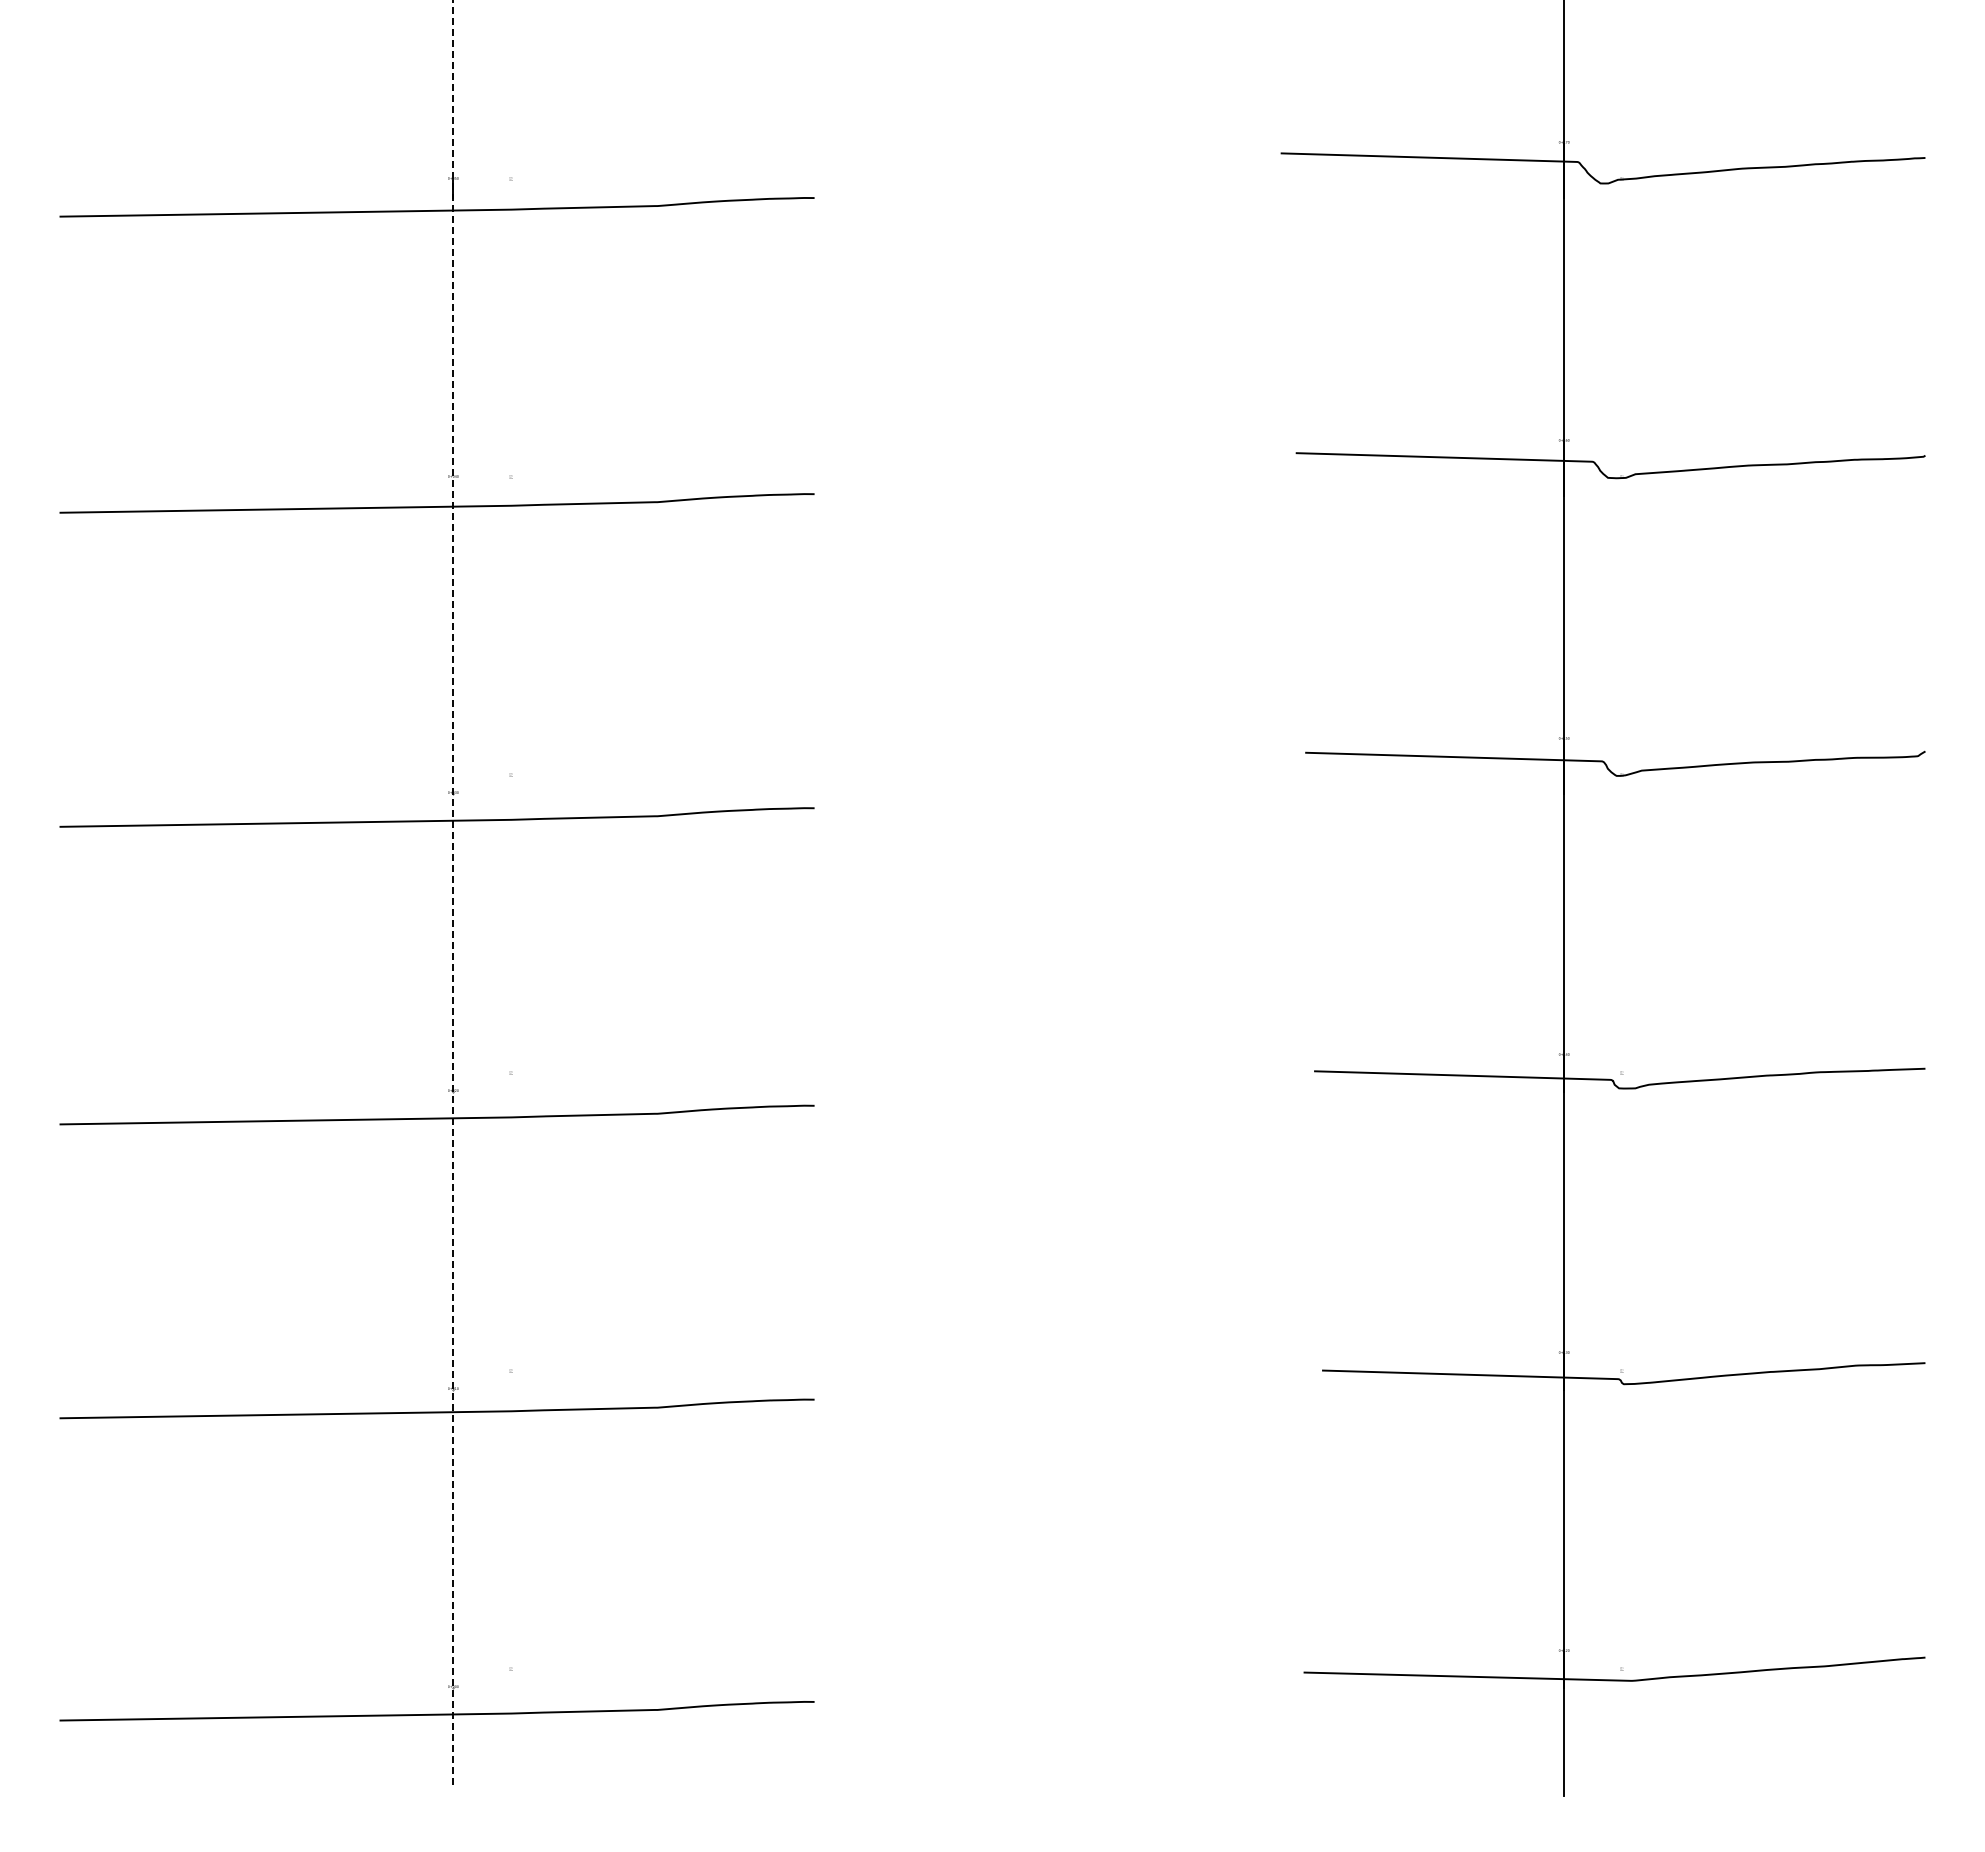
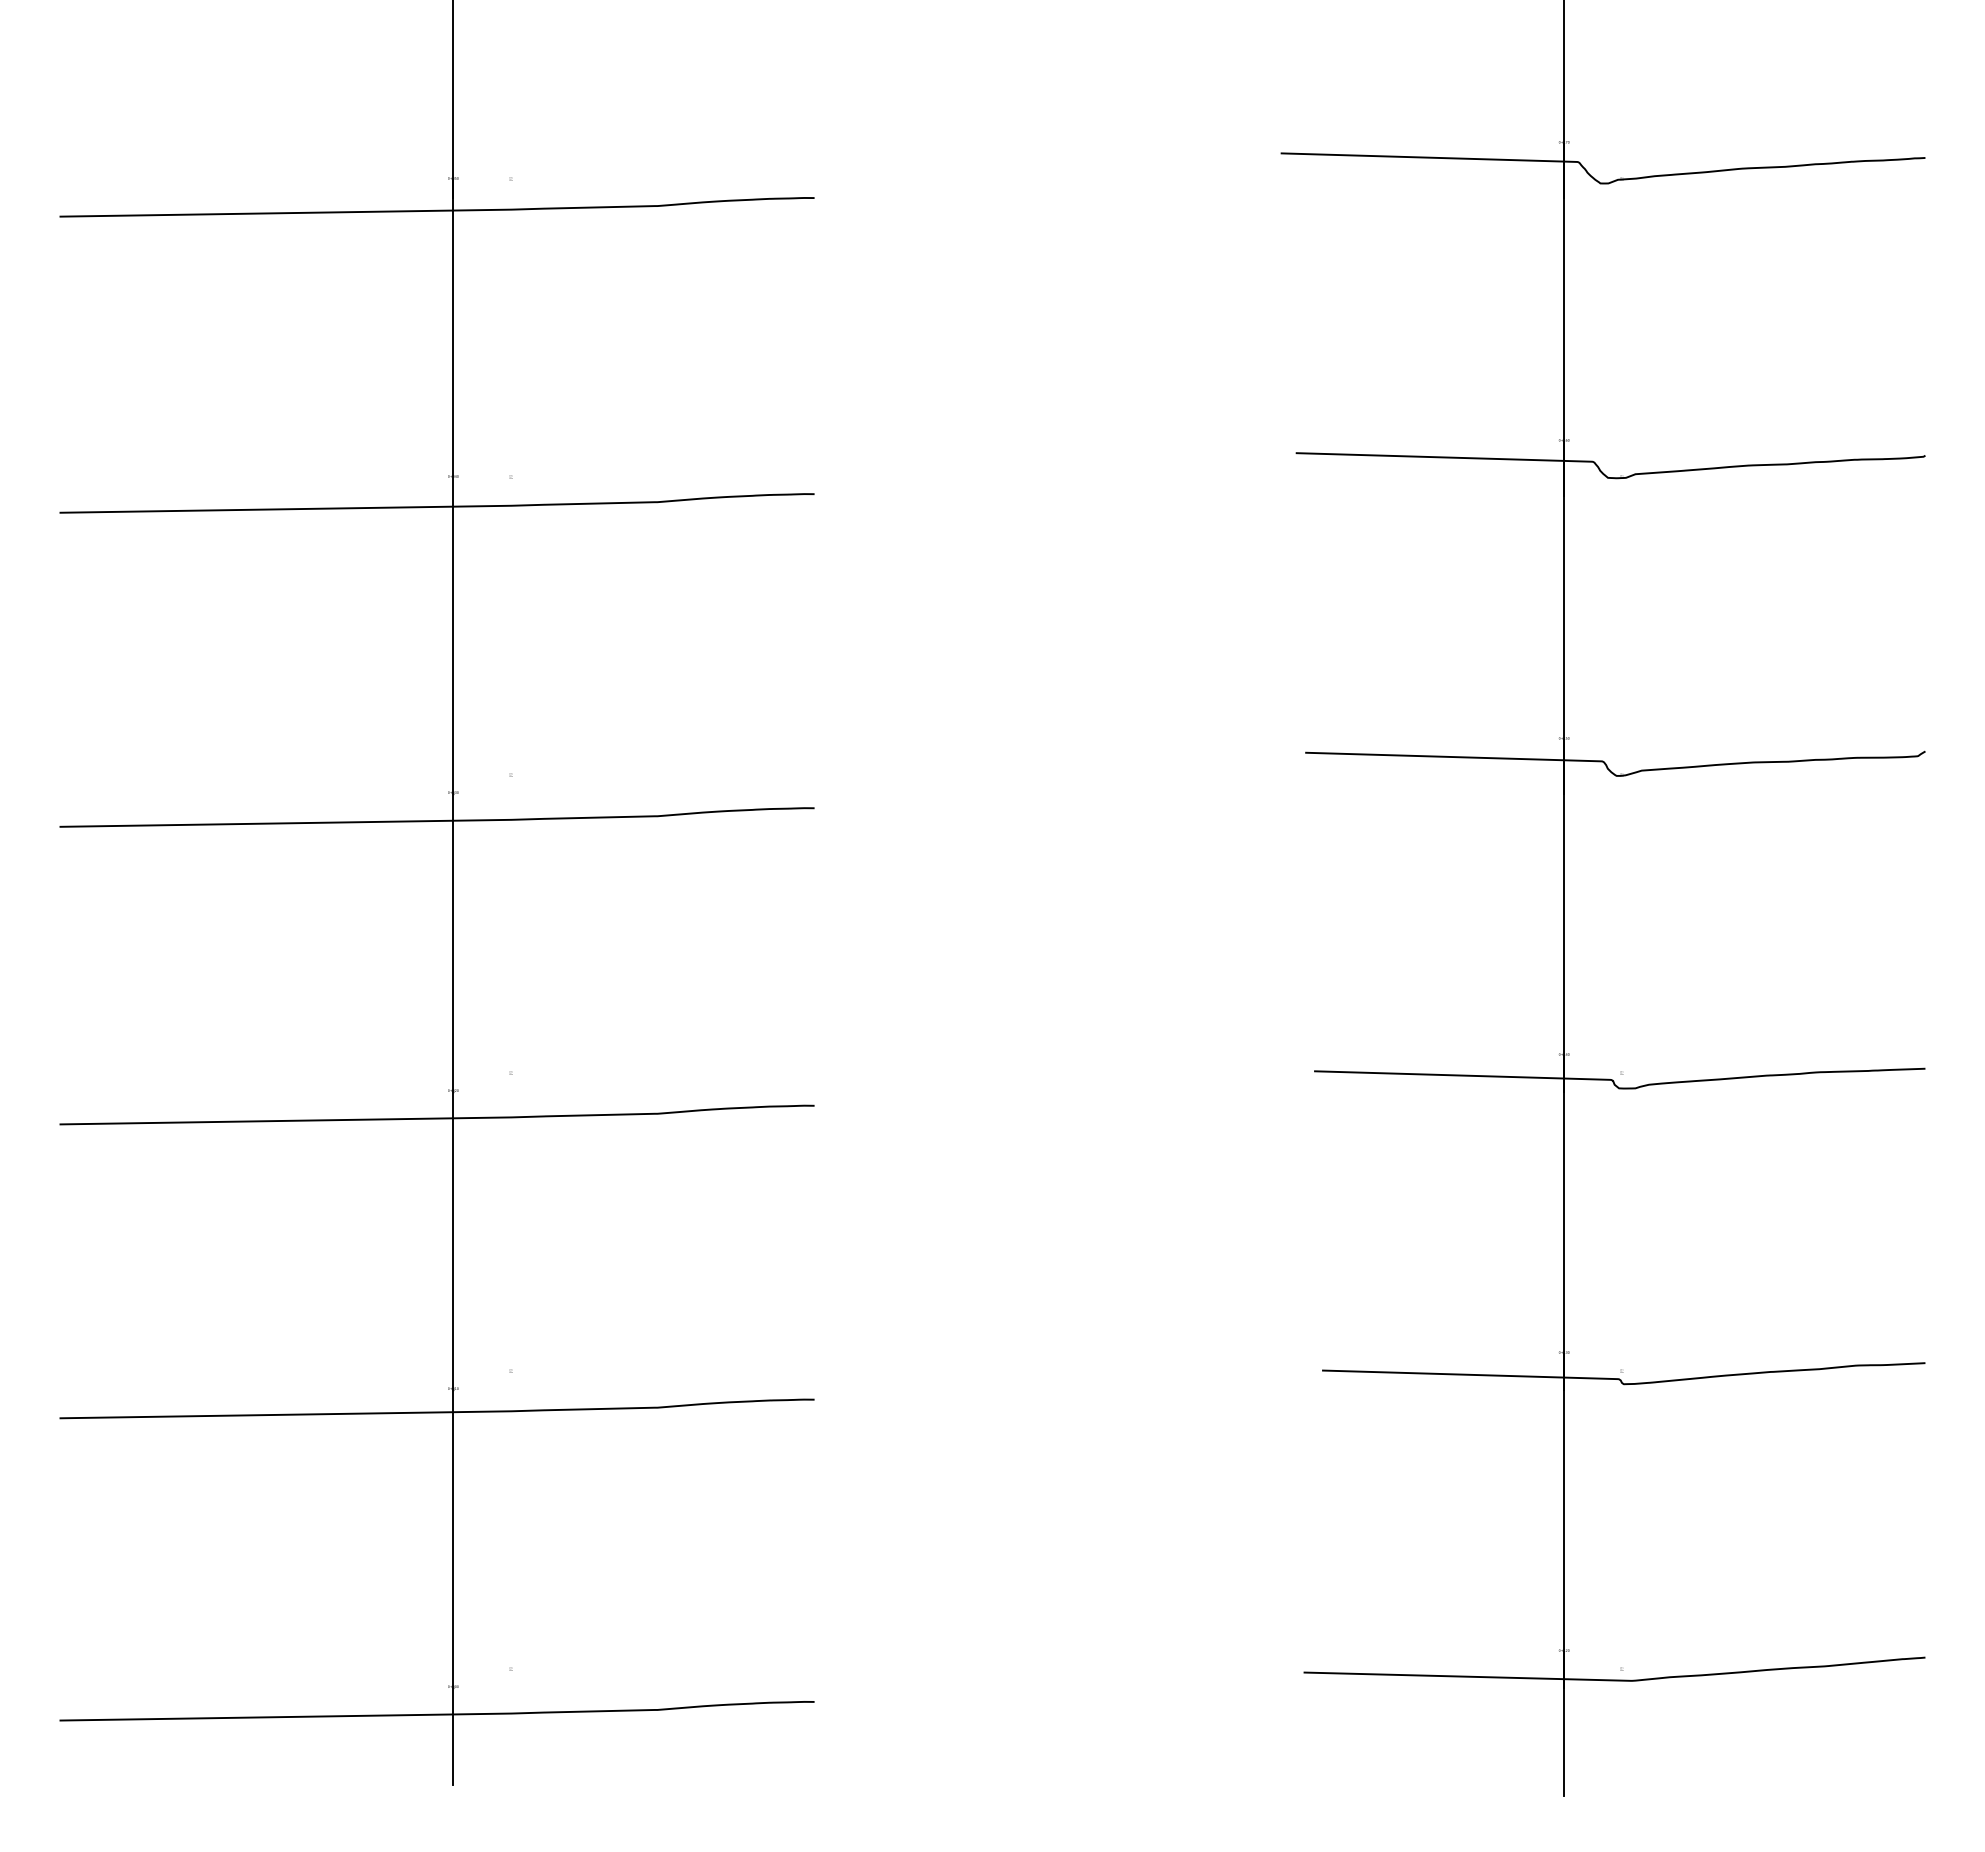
line at (453, 892): dashed -> solid
